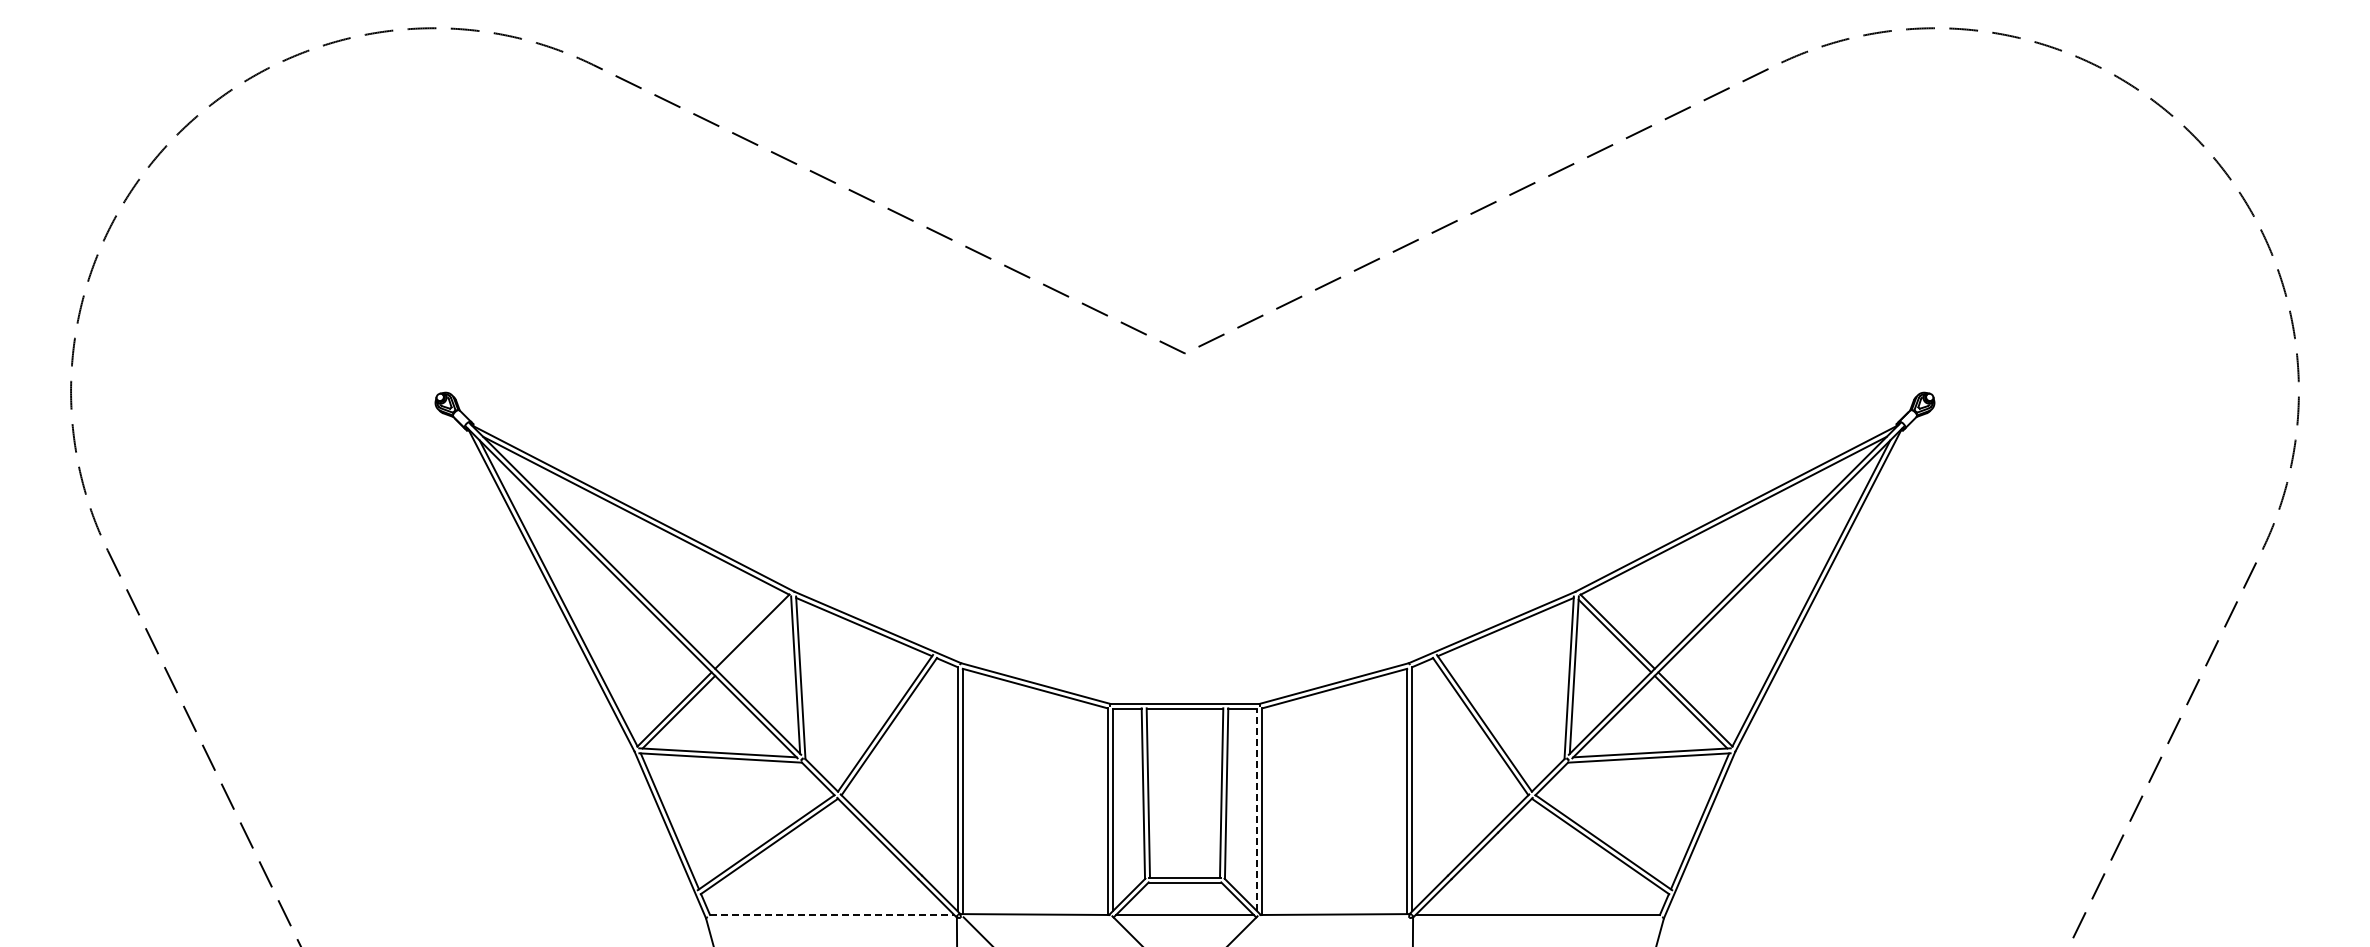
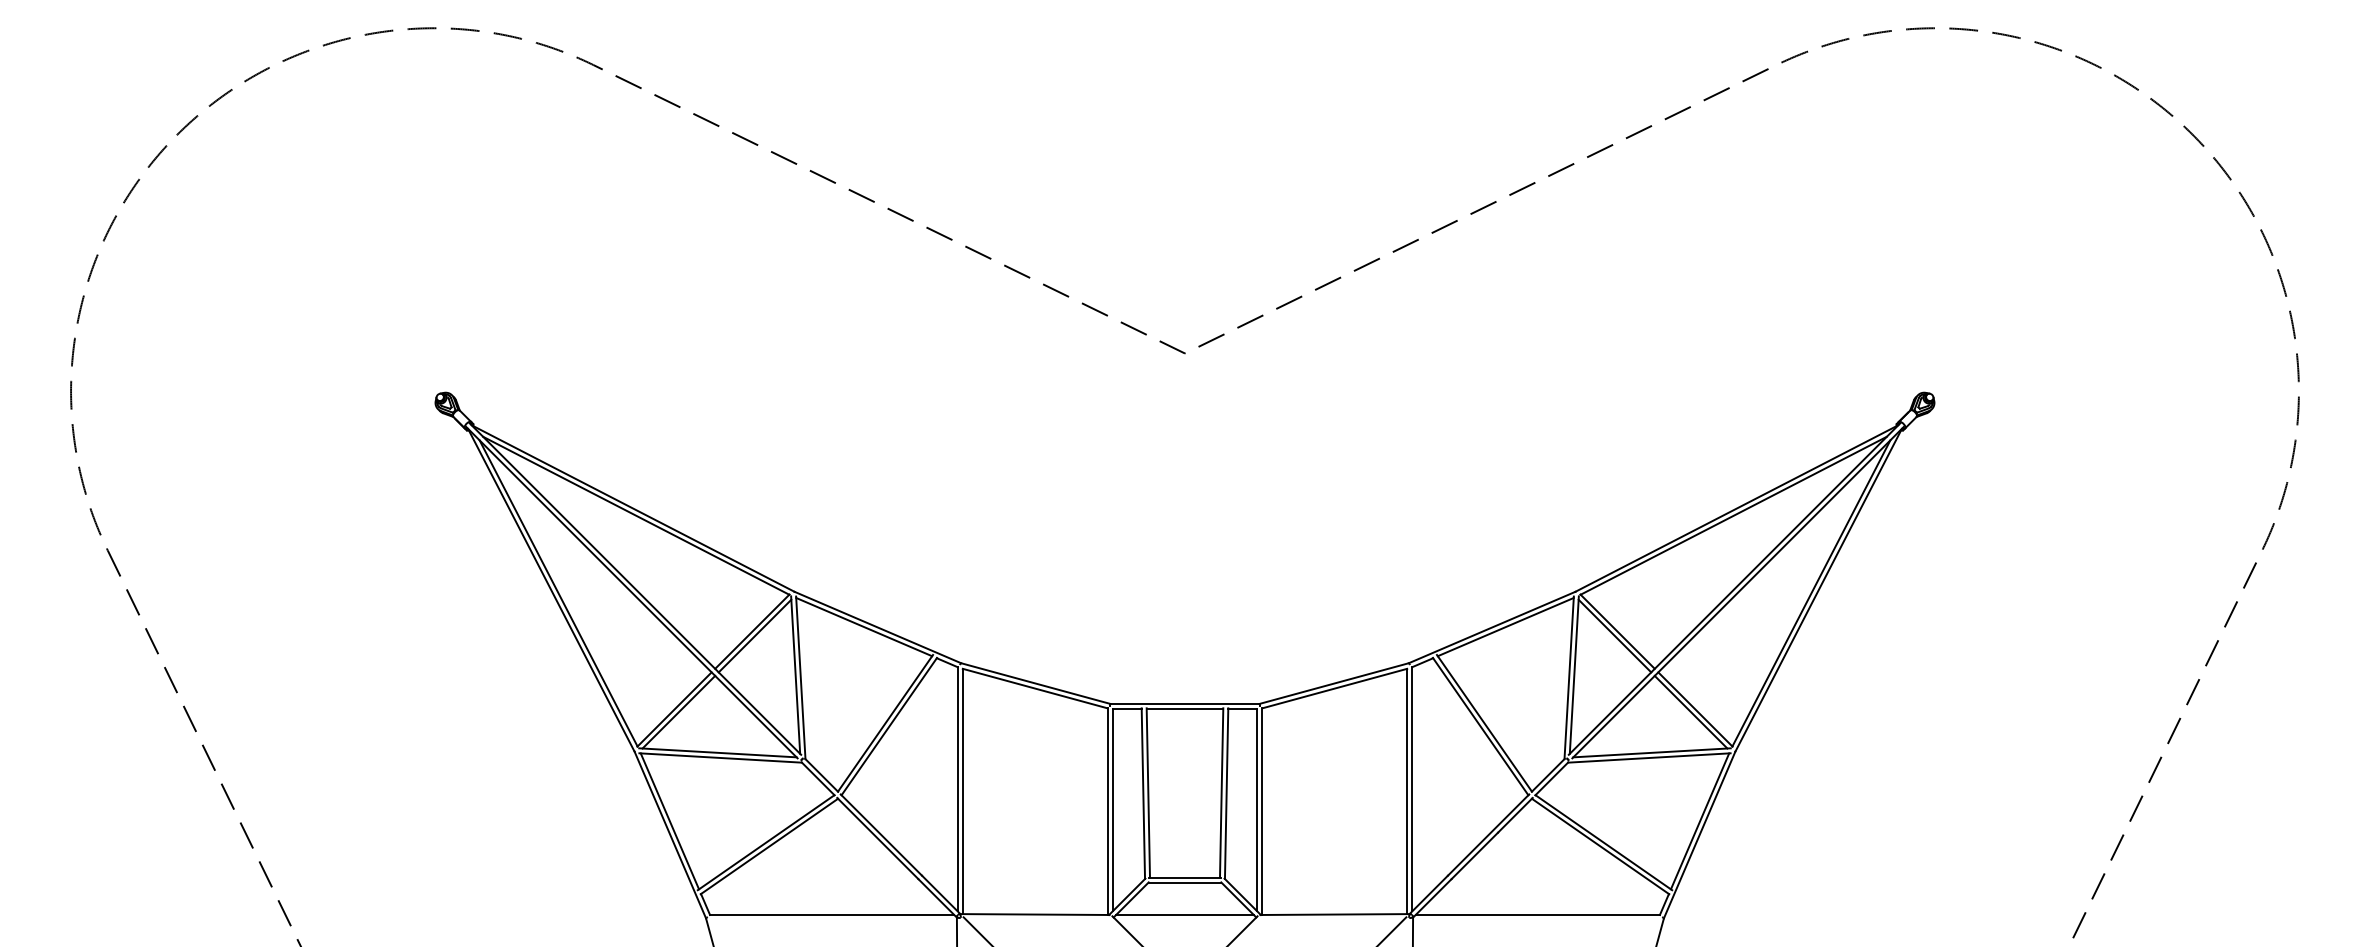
line at (754, 635): none -> present
line at (1257, 809): dashed -> solid
line at (832, 914): dashed -> solid
line at (1392, 930): none -> present
